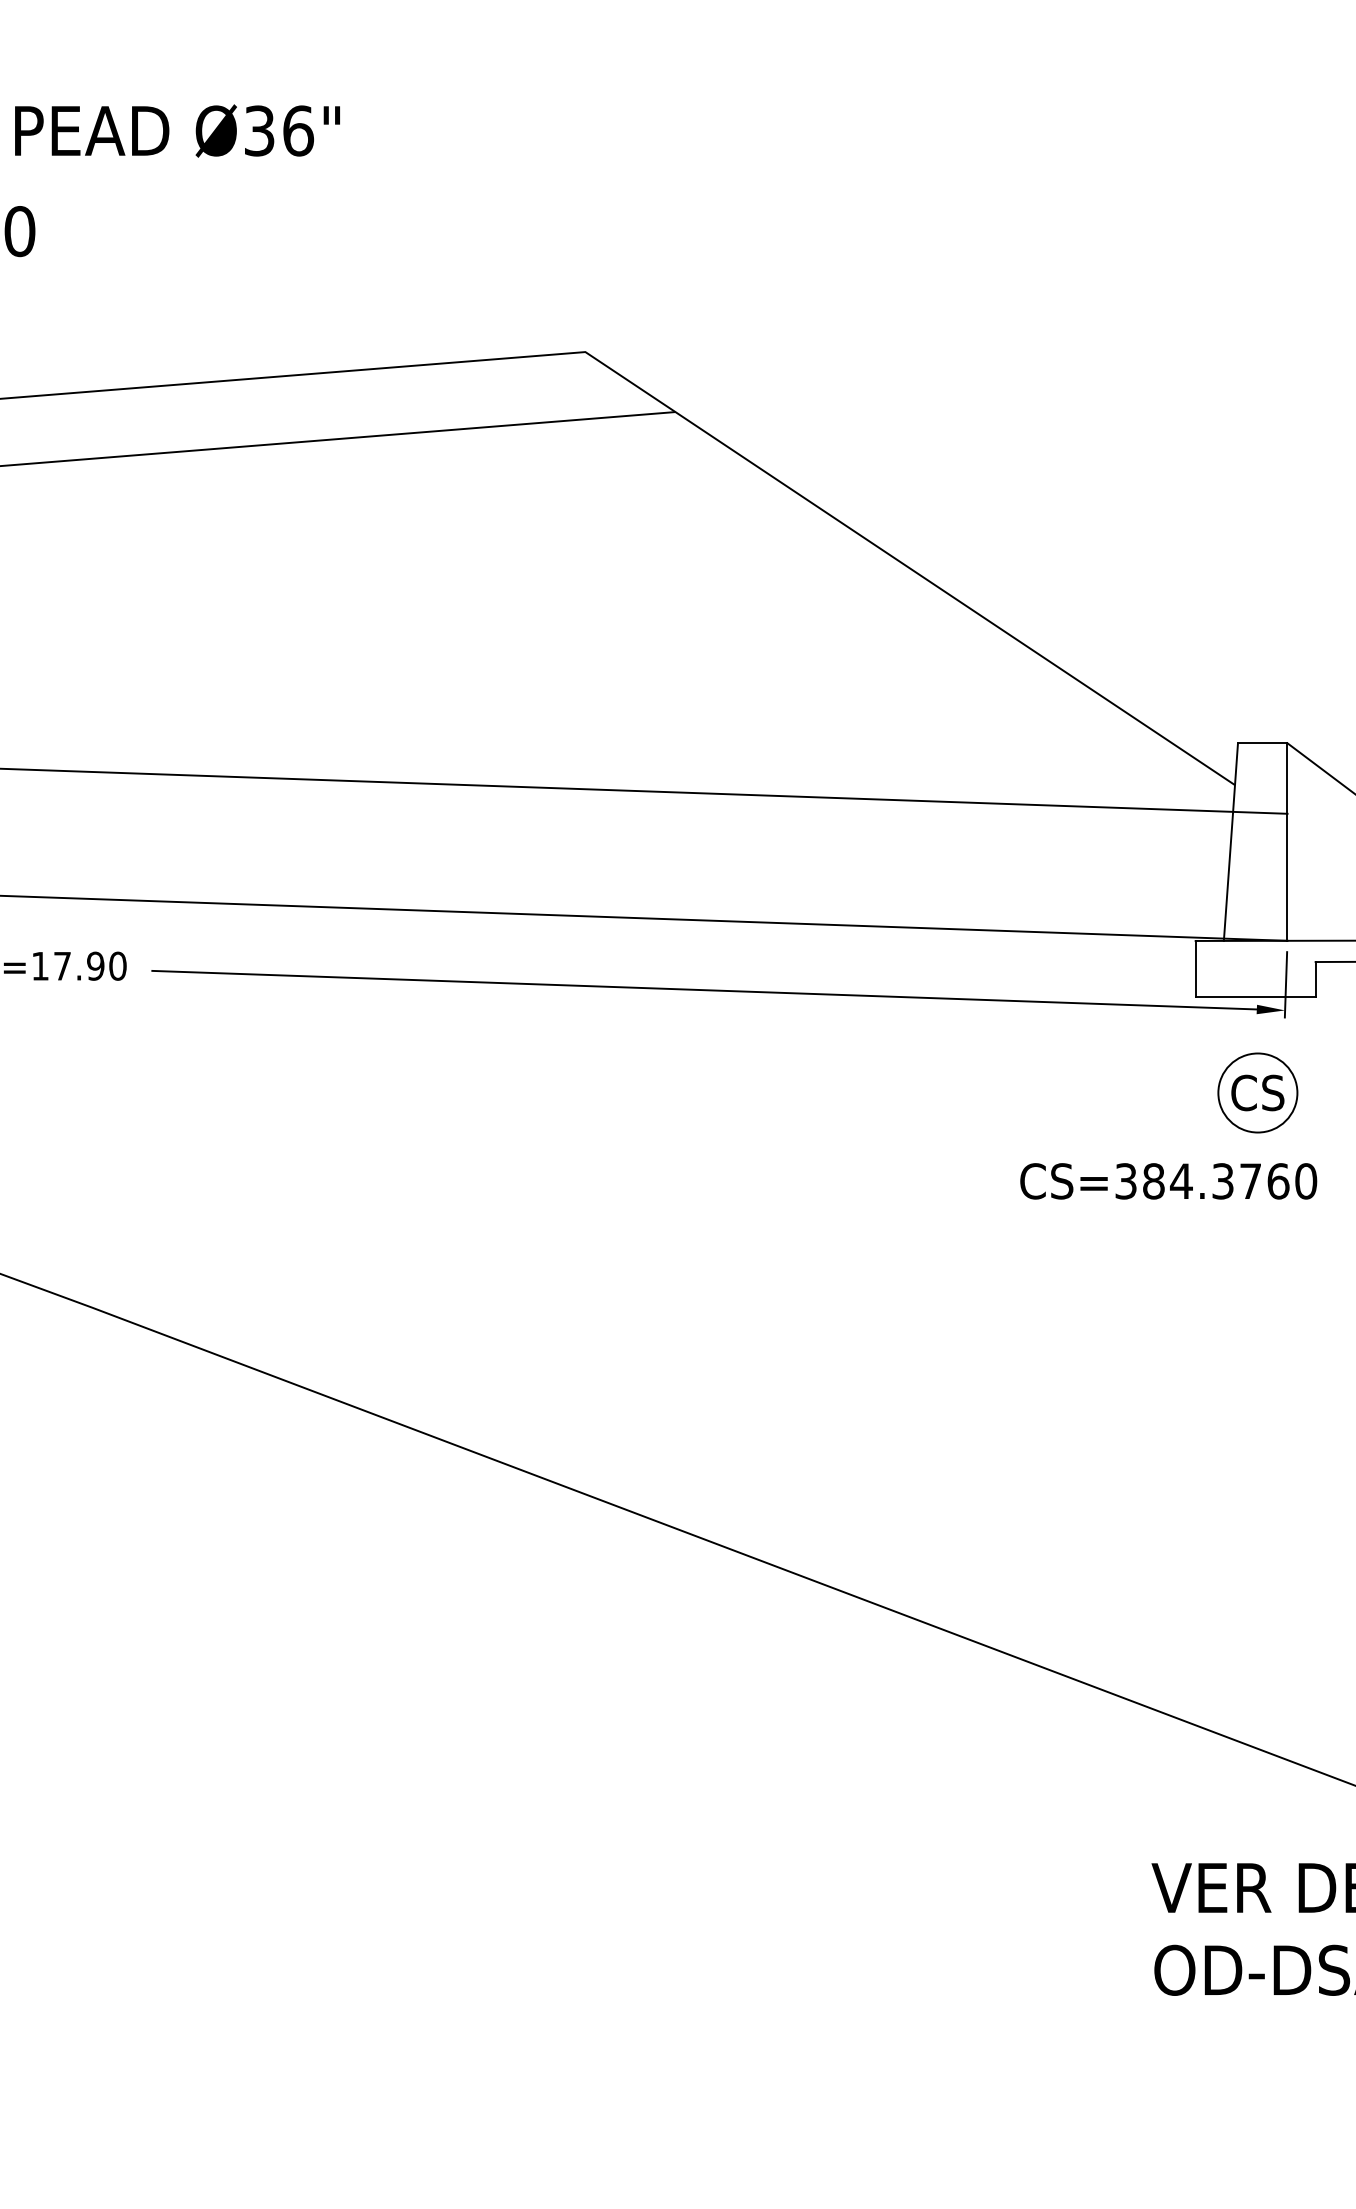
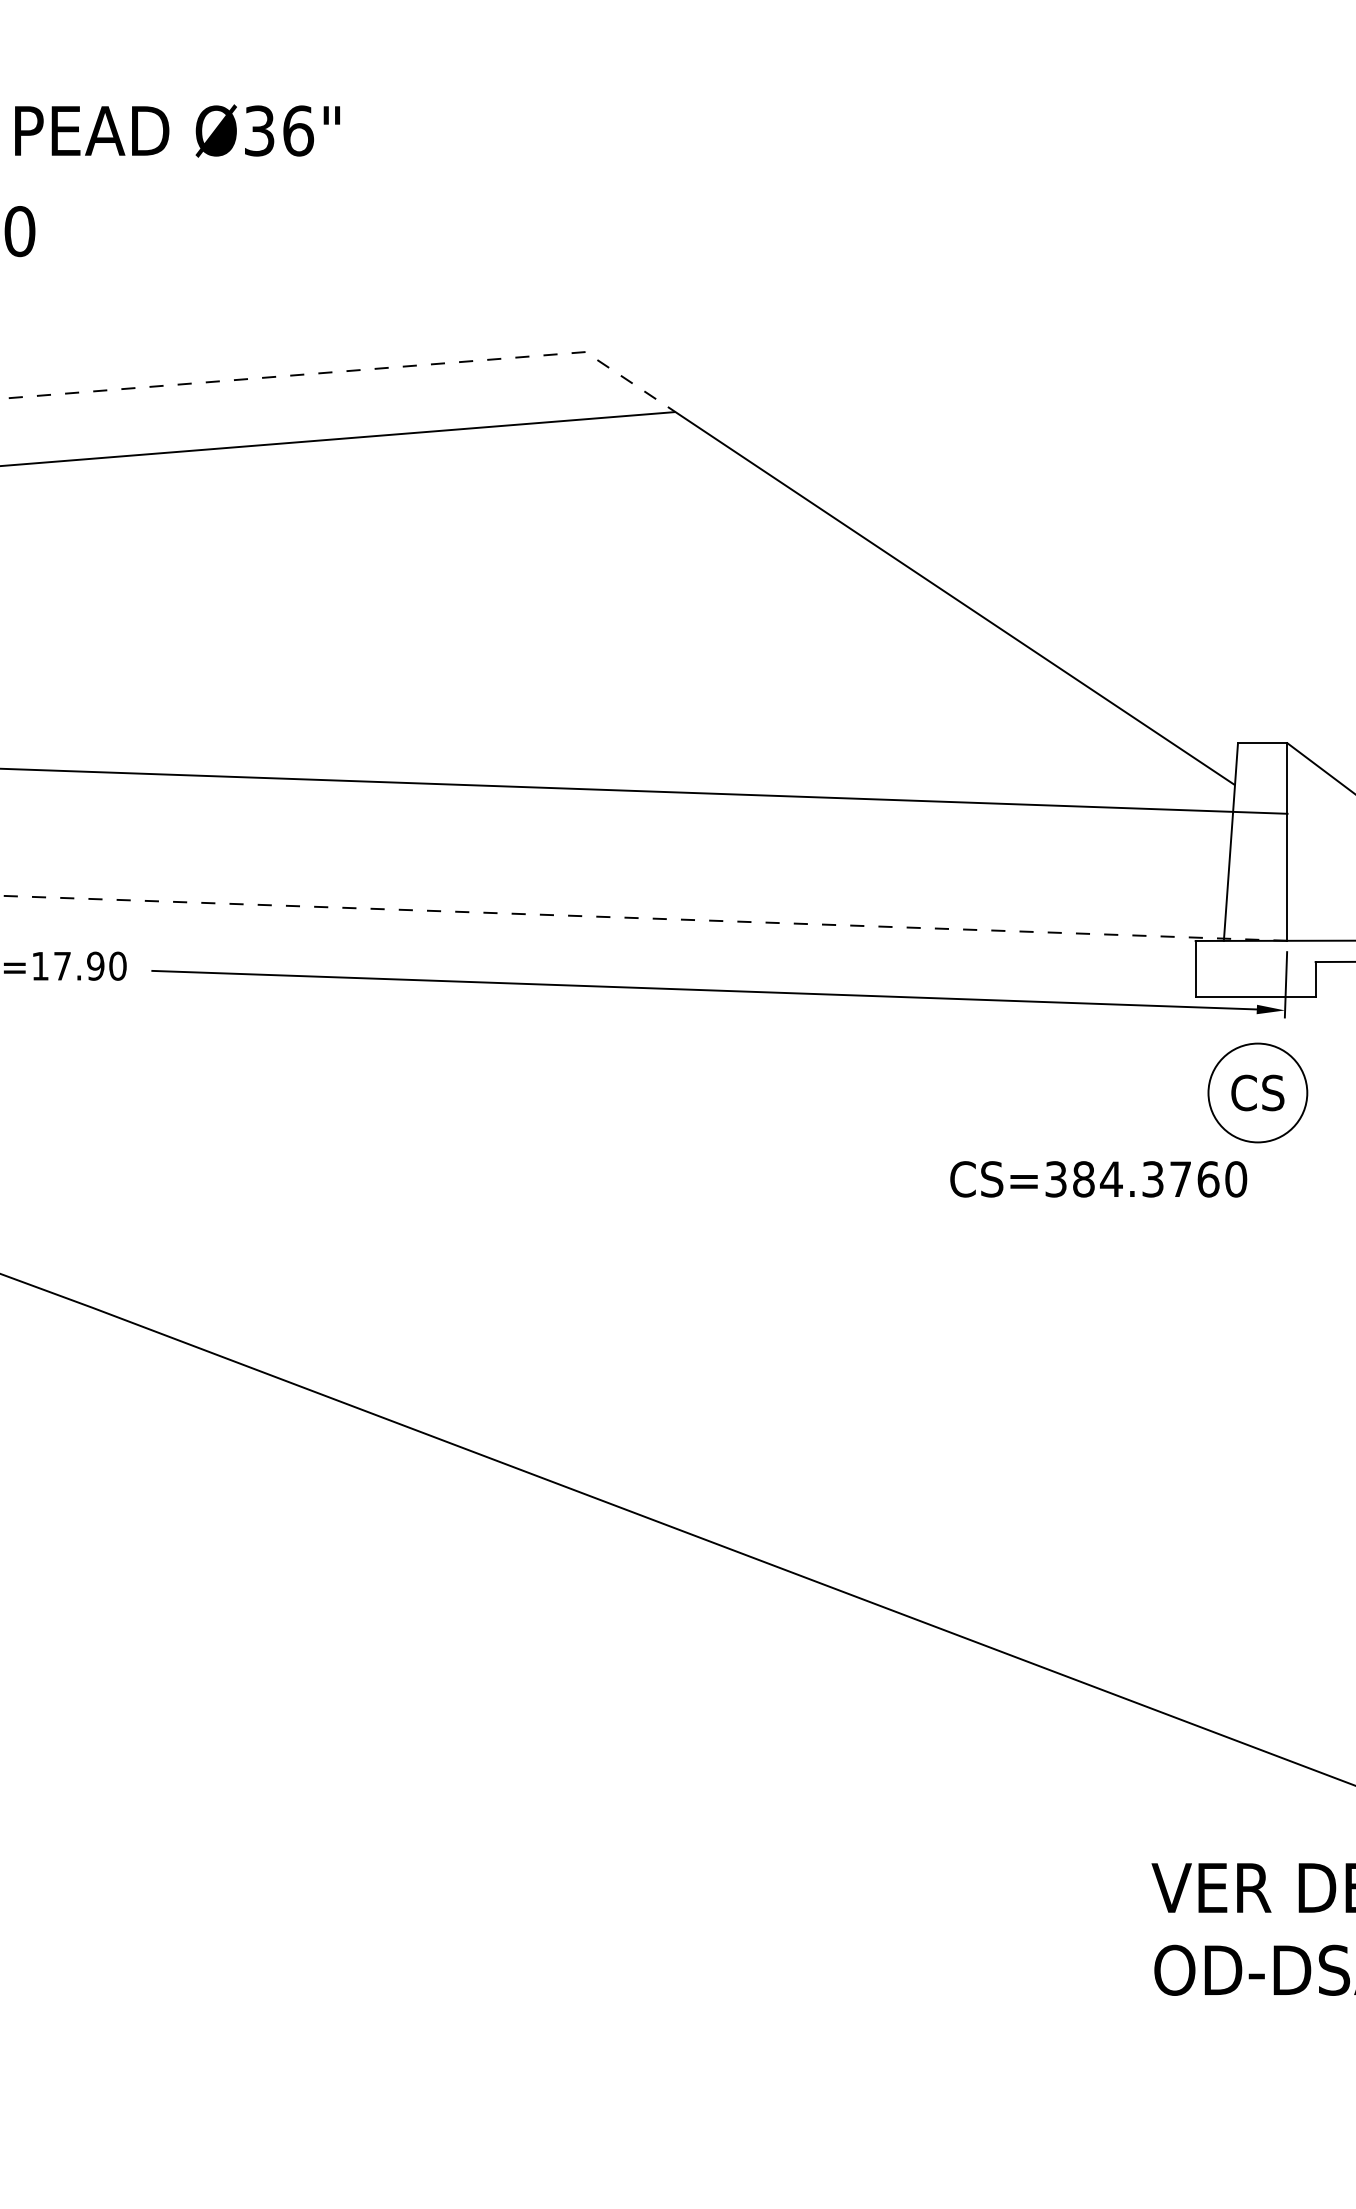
line at (348, 371): solid -> dashed
line at (644, 918): solid -> dashed
circle at (1257, 1092) diameter: 79 px -> 99 px
text at (1168, 1181) position: (1168, 1181) -> (1098, 1179)
